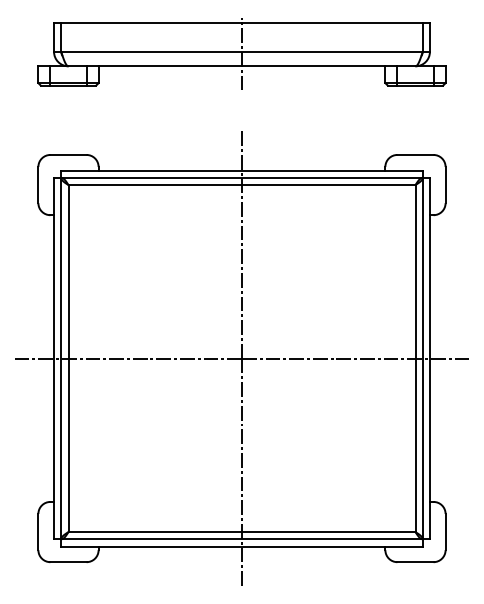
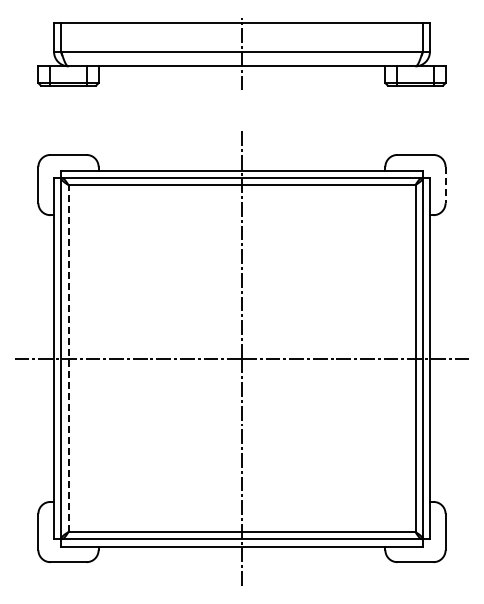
line at (445, 185): solid -> dashed
line at (68, 358): solid -> dashed
